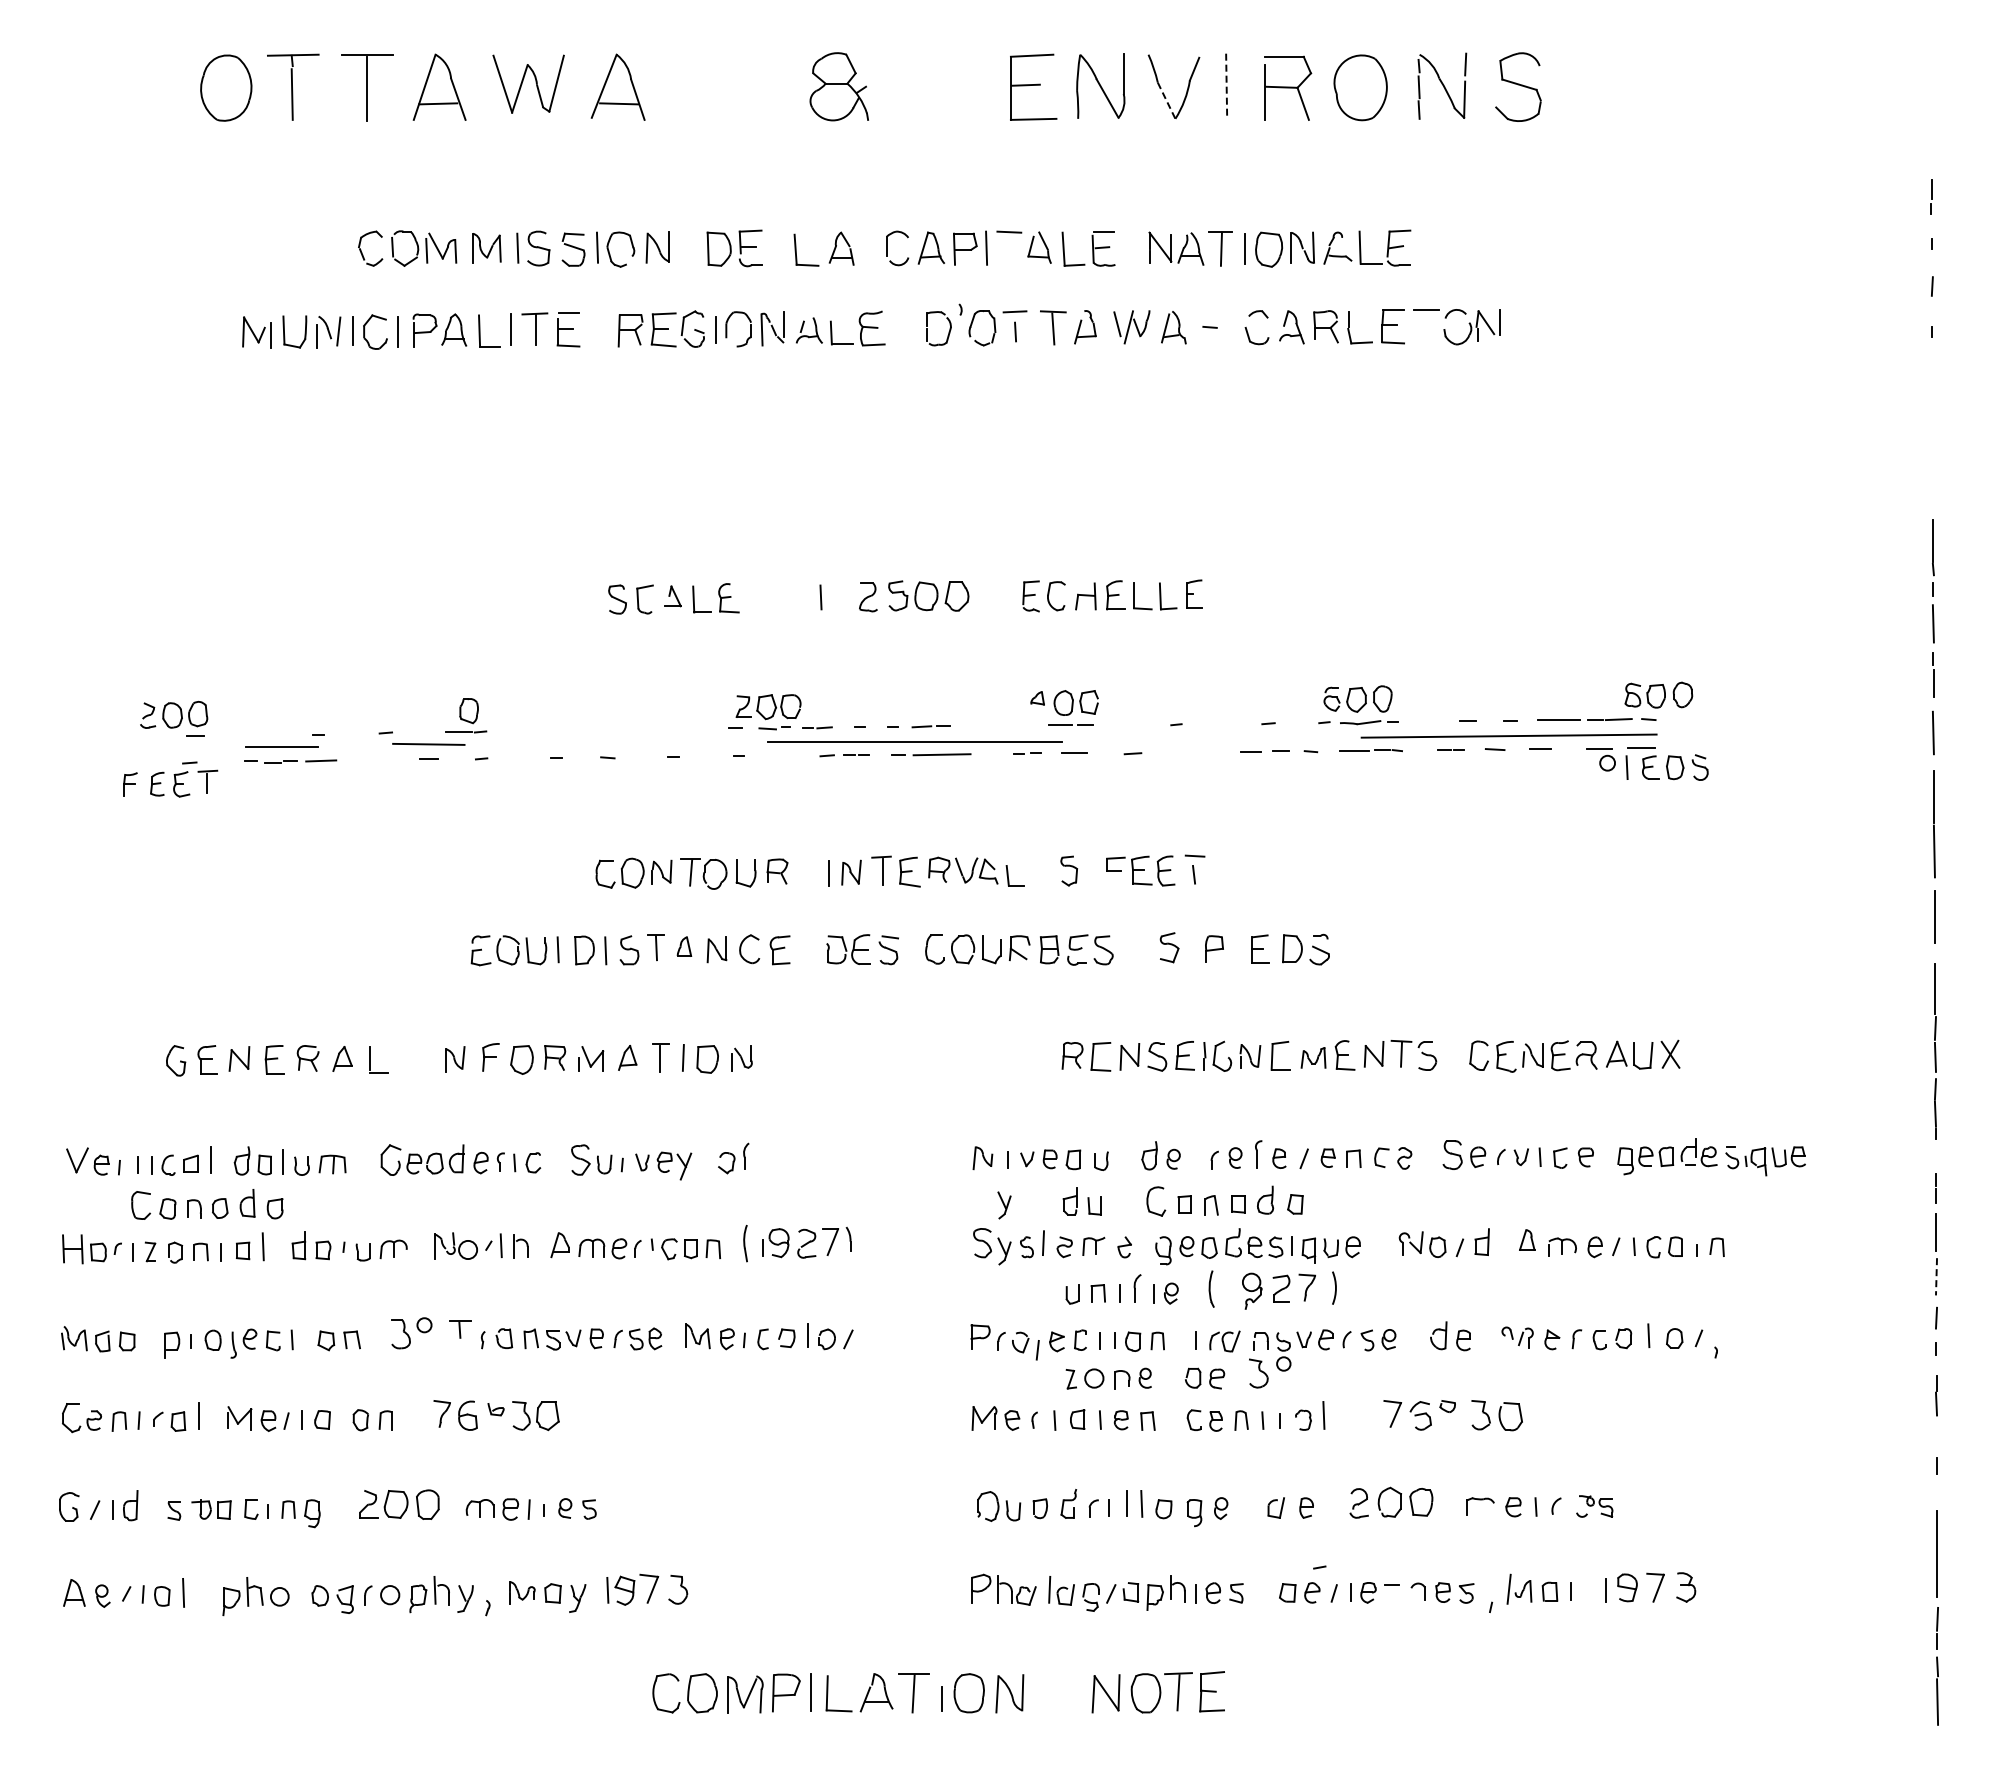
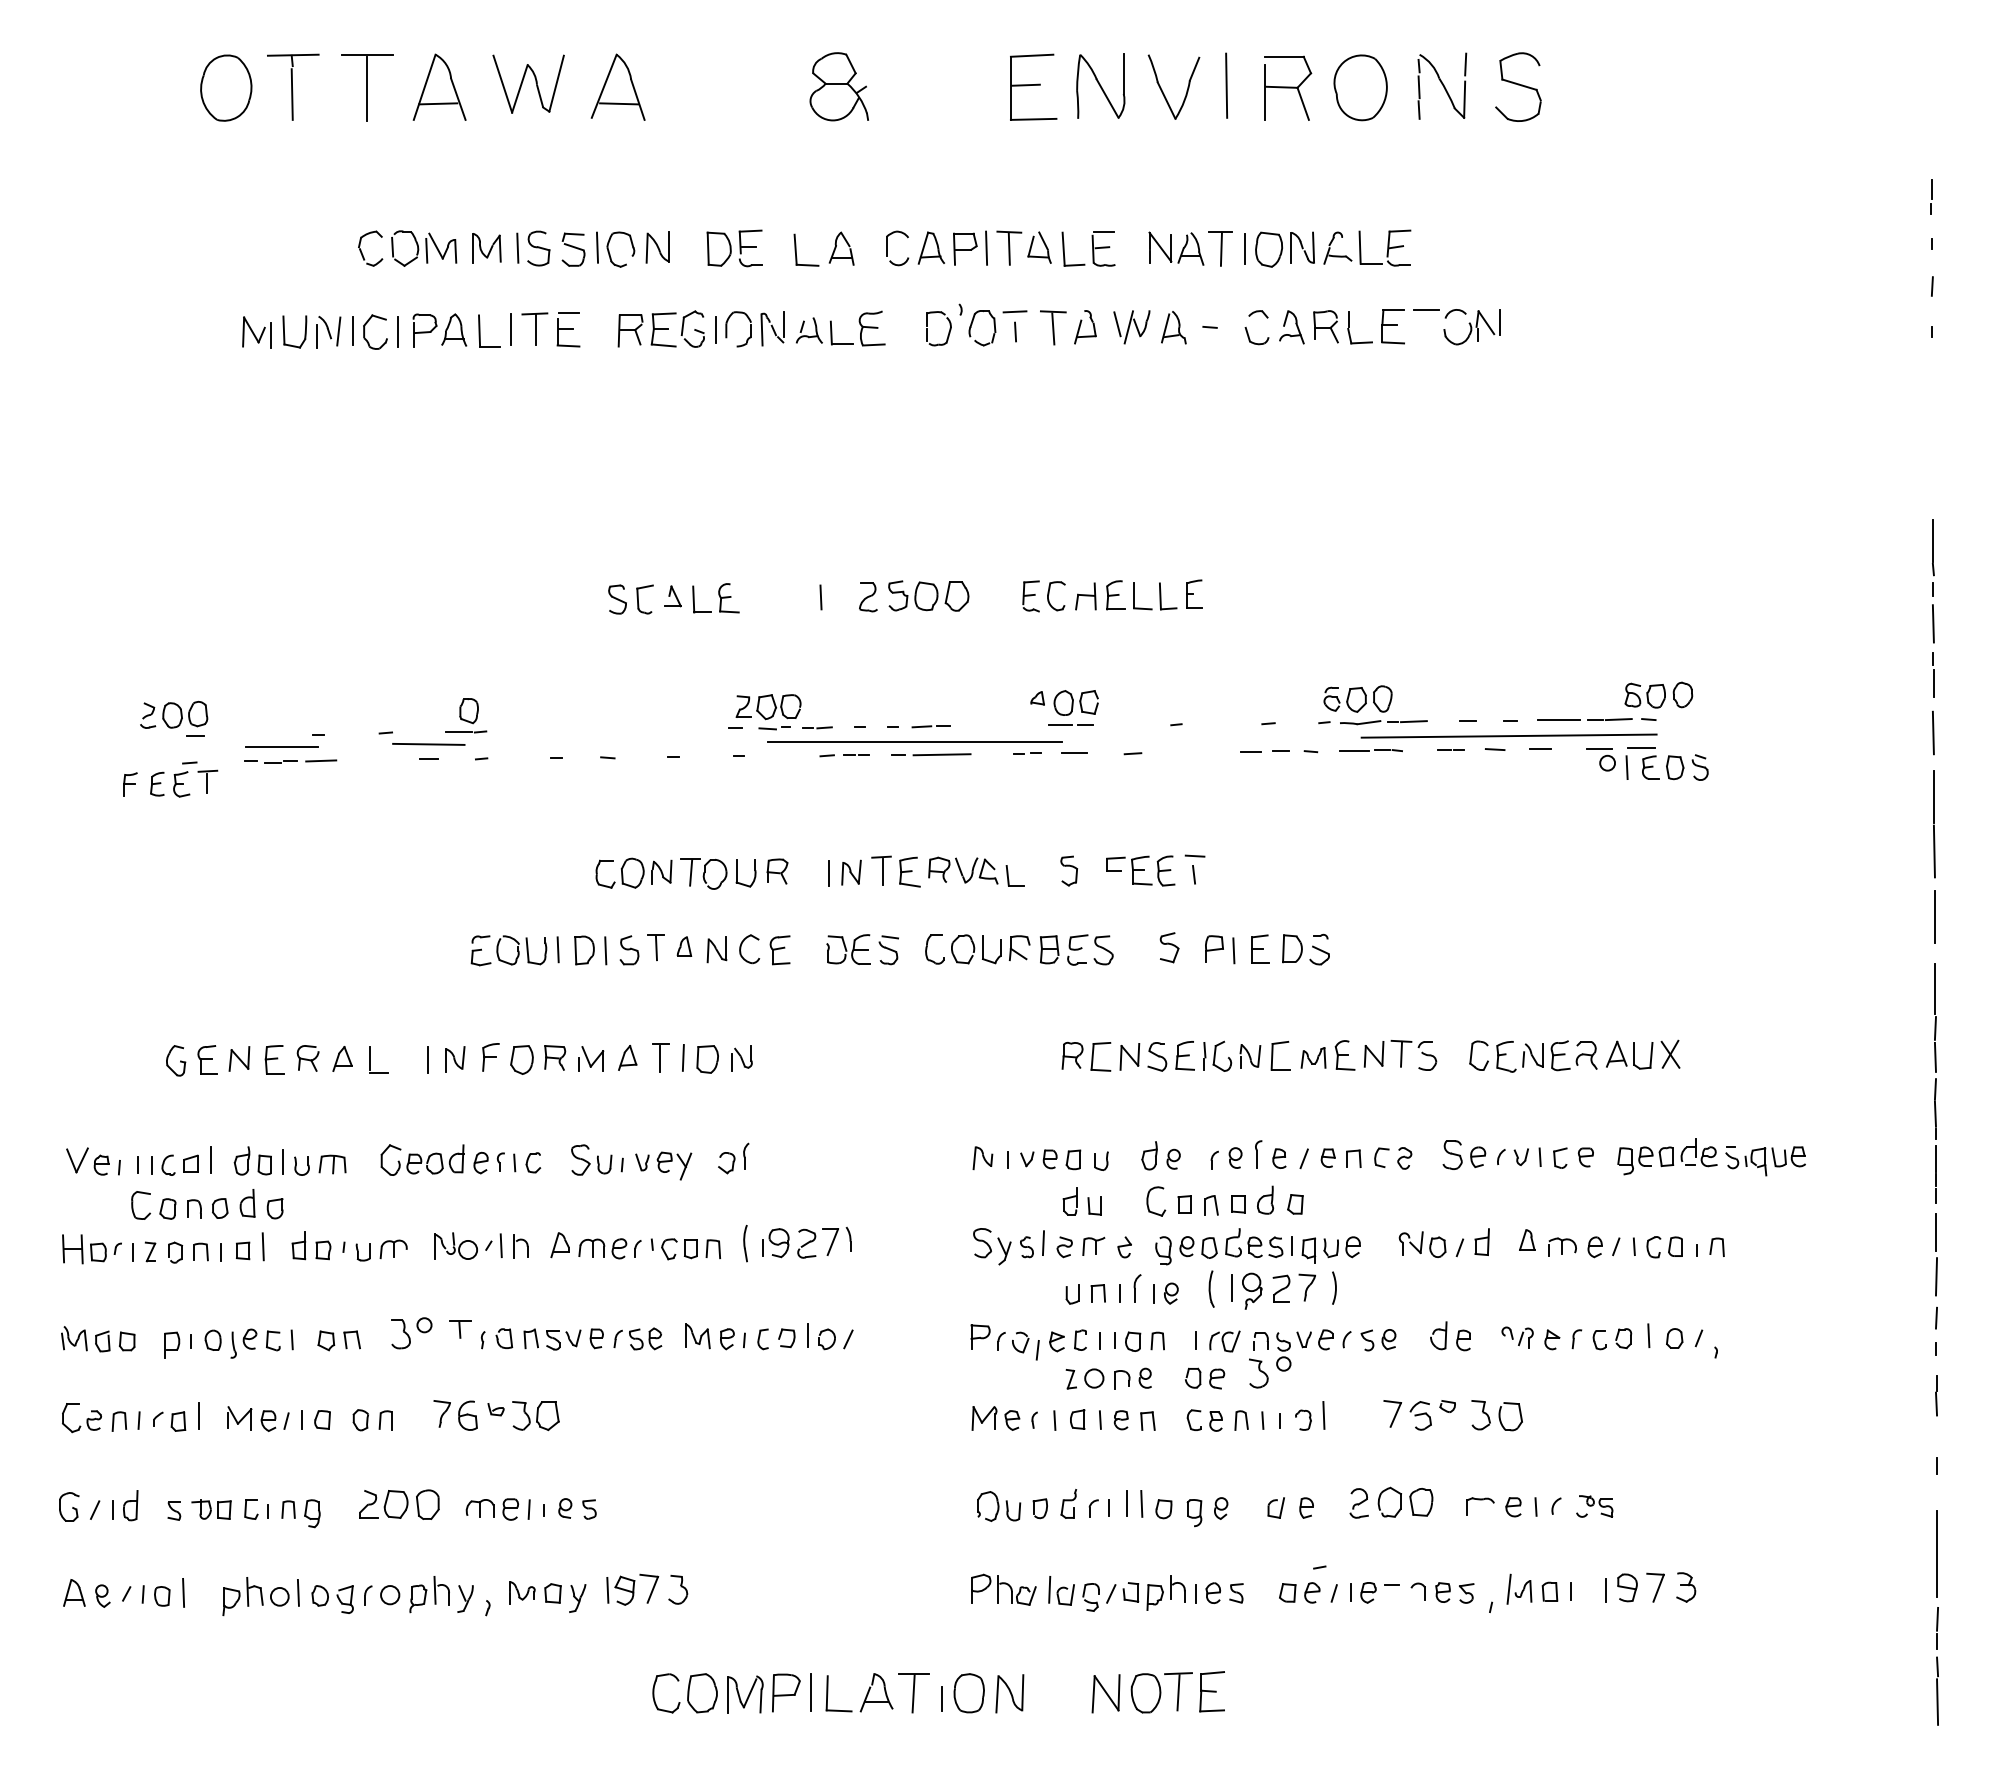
line at (1226, 86): dashed -> solid
line at (1166, 101): dashed -> solid
line at (1008, 248): none -> present
line at (1413, 721): none -> present
line at (1233, 950): none -> present
line at (428, 1059): none -> present
line at (1935, 1159): none -> present
part at (1004, 1205): present -> none
line at (1936, 1276): dashed -> solid
line at (1232, 1287): none -> present
line at (297, 1592): none -> present
